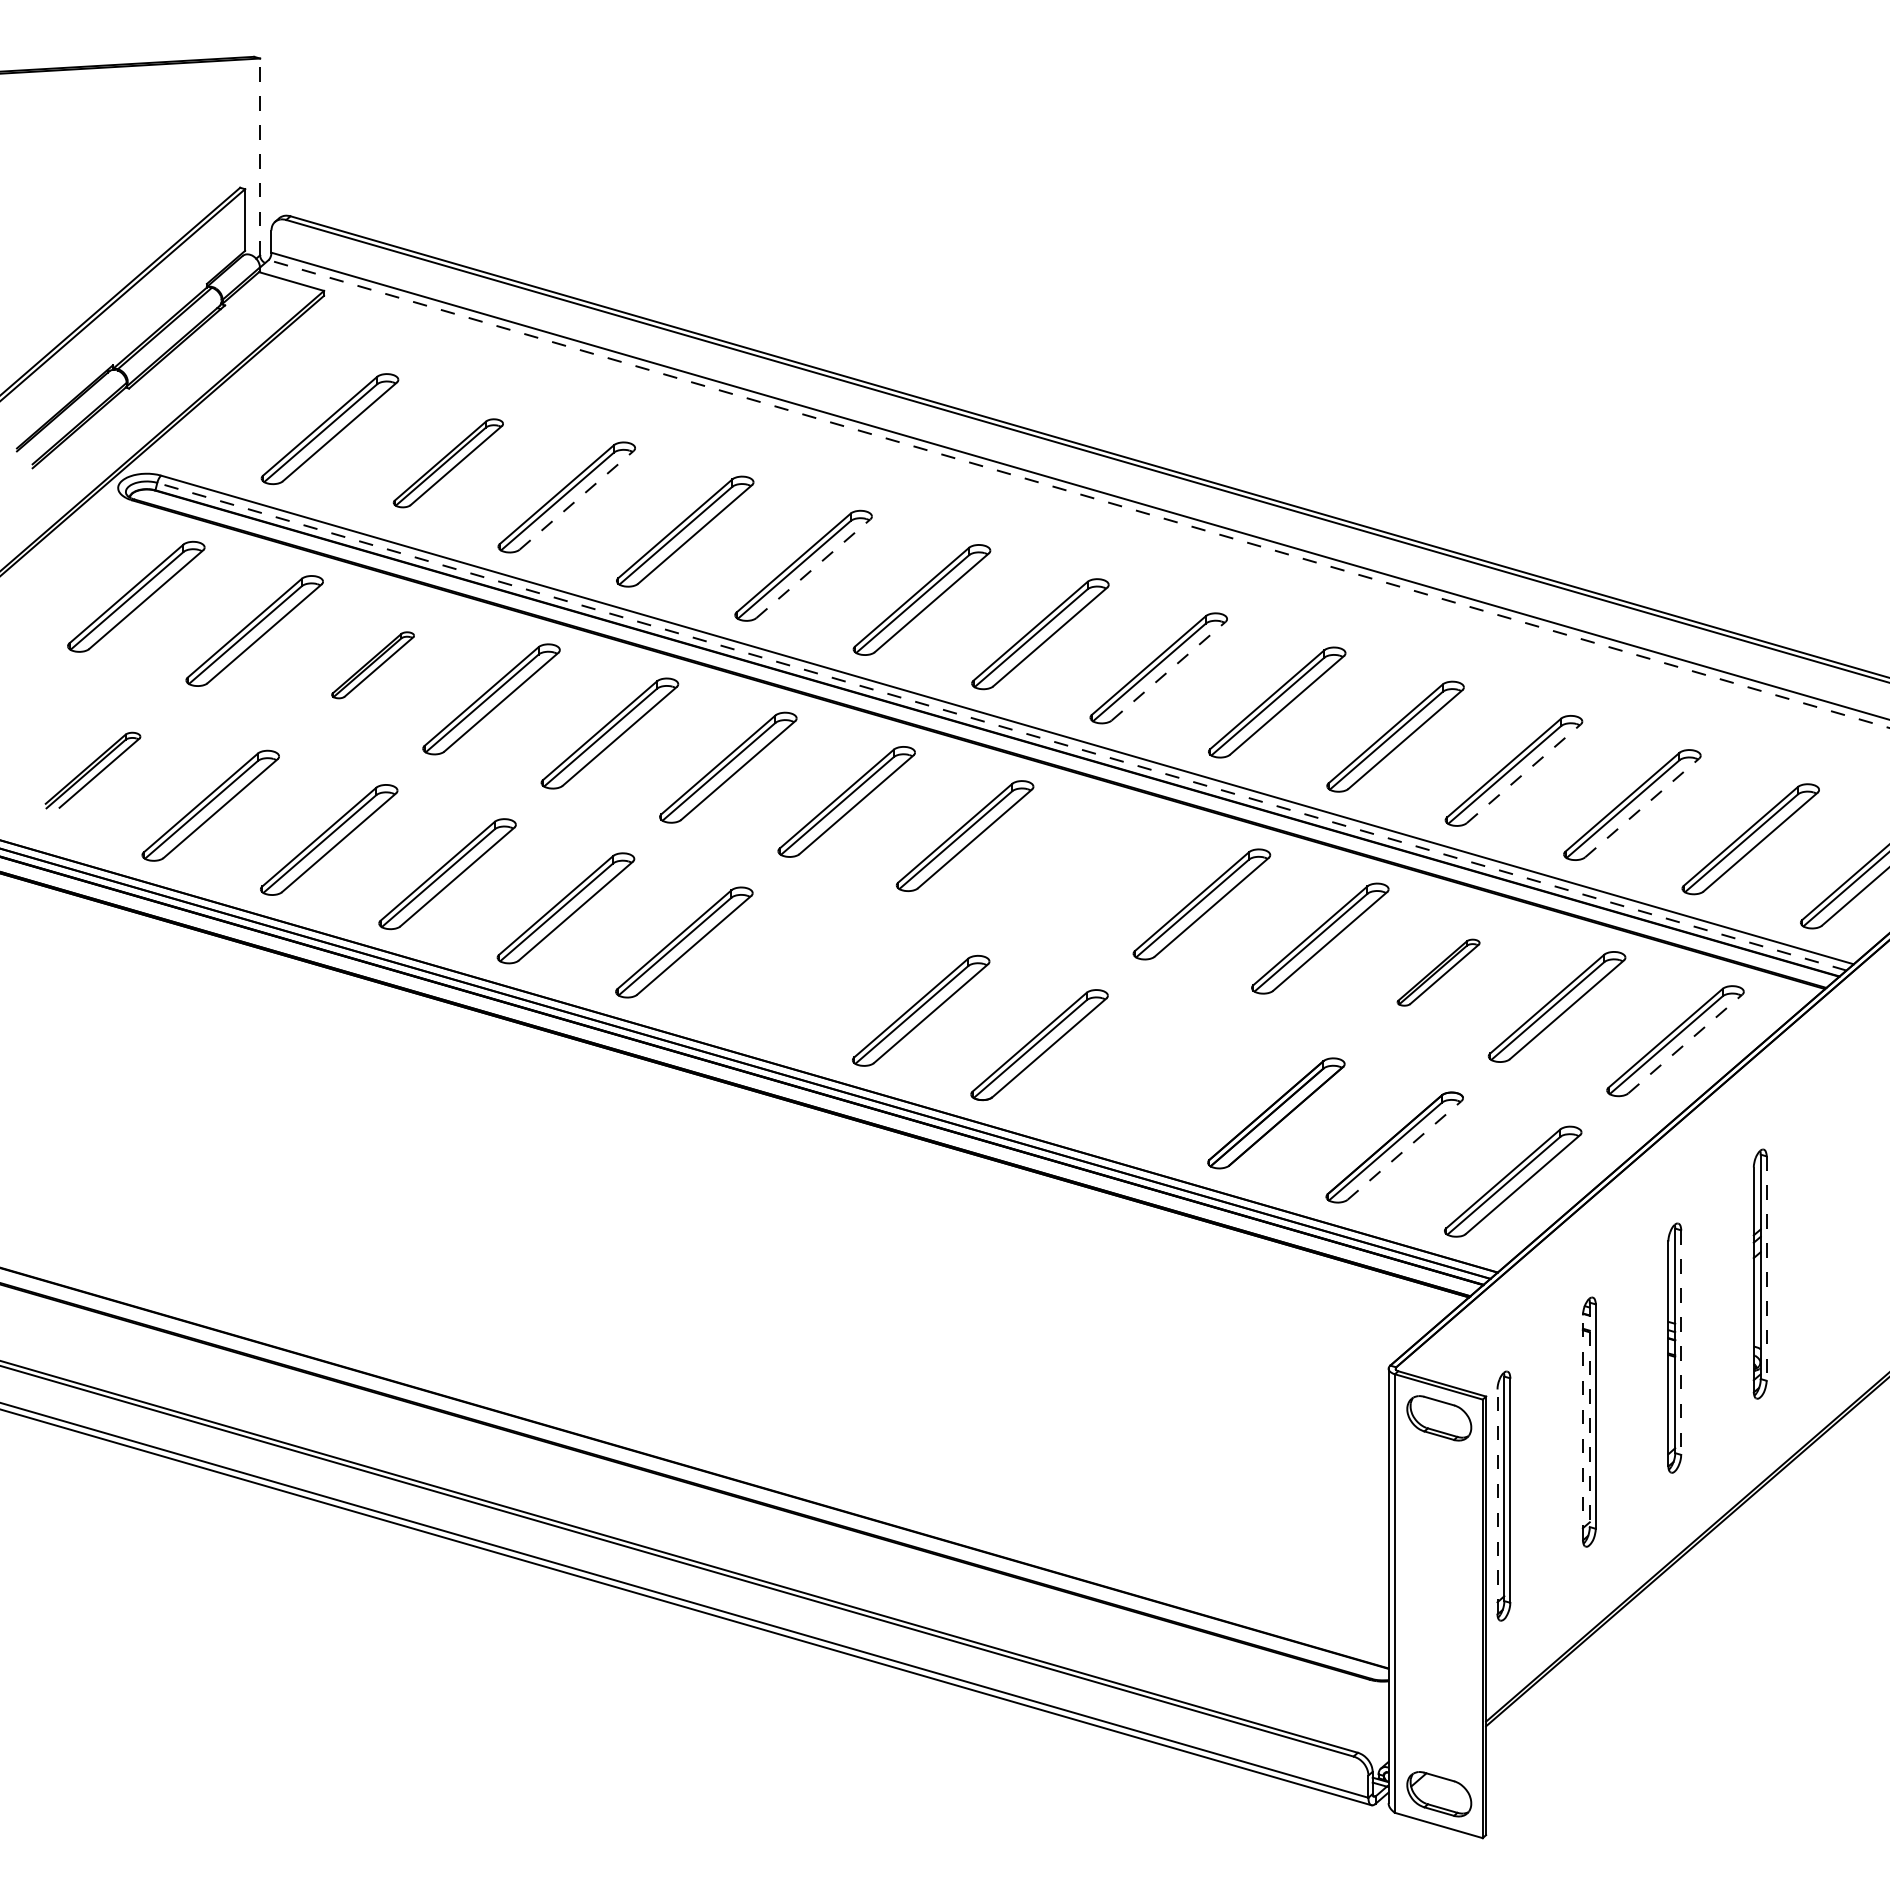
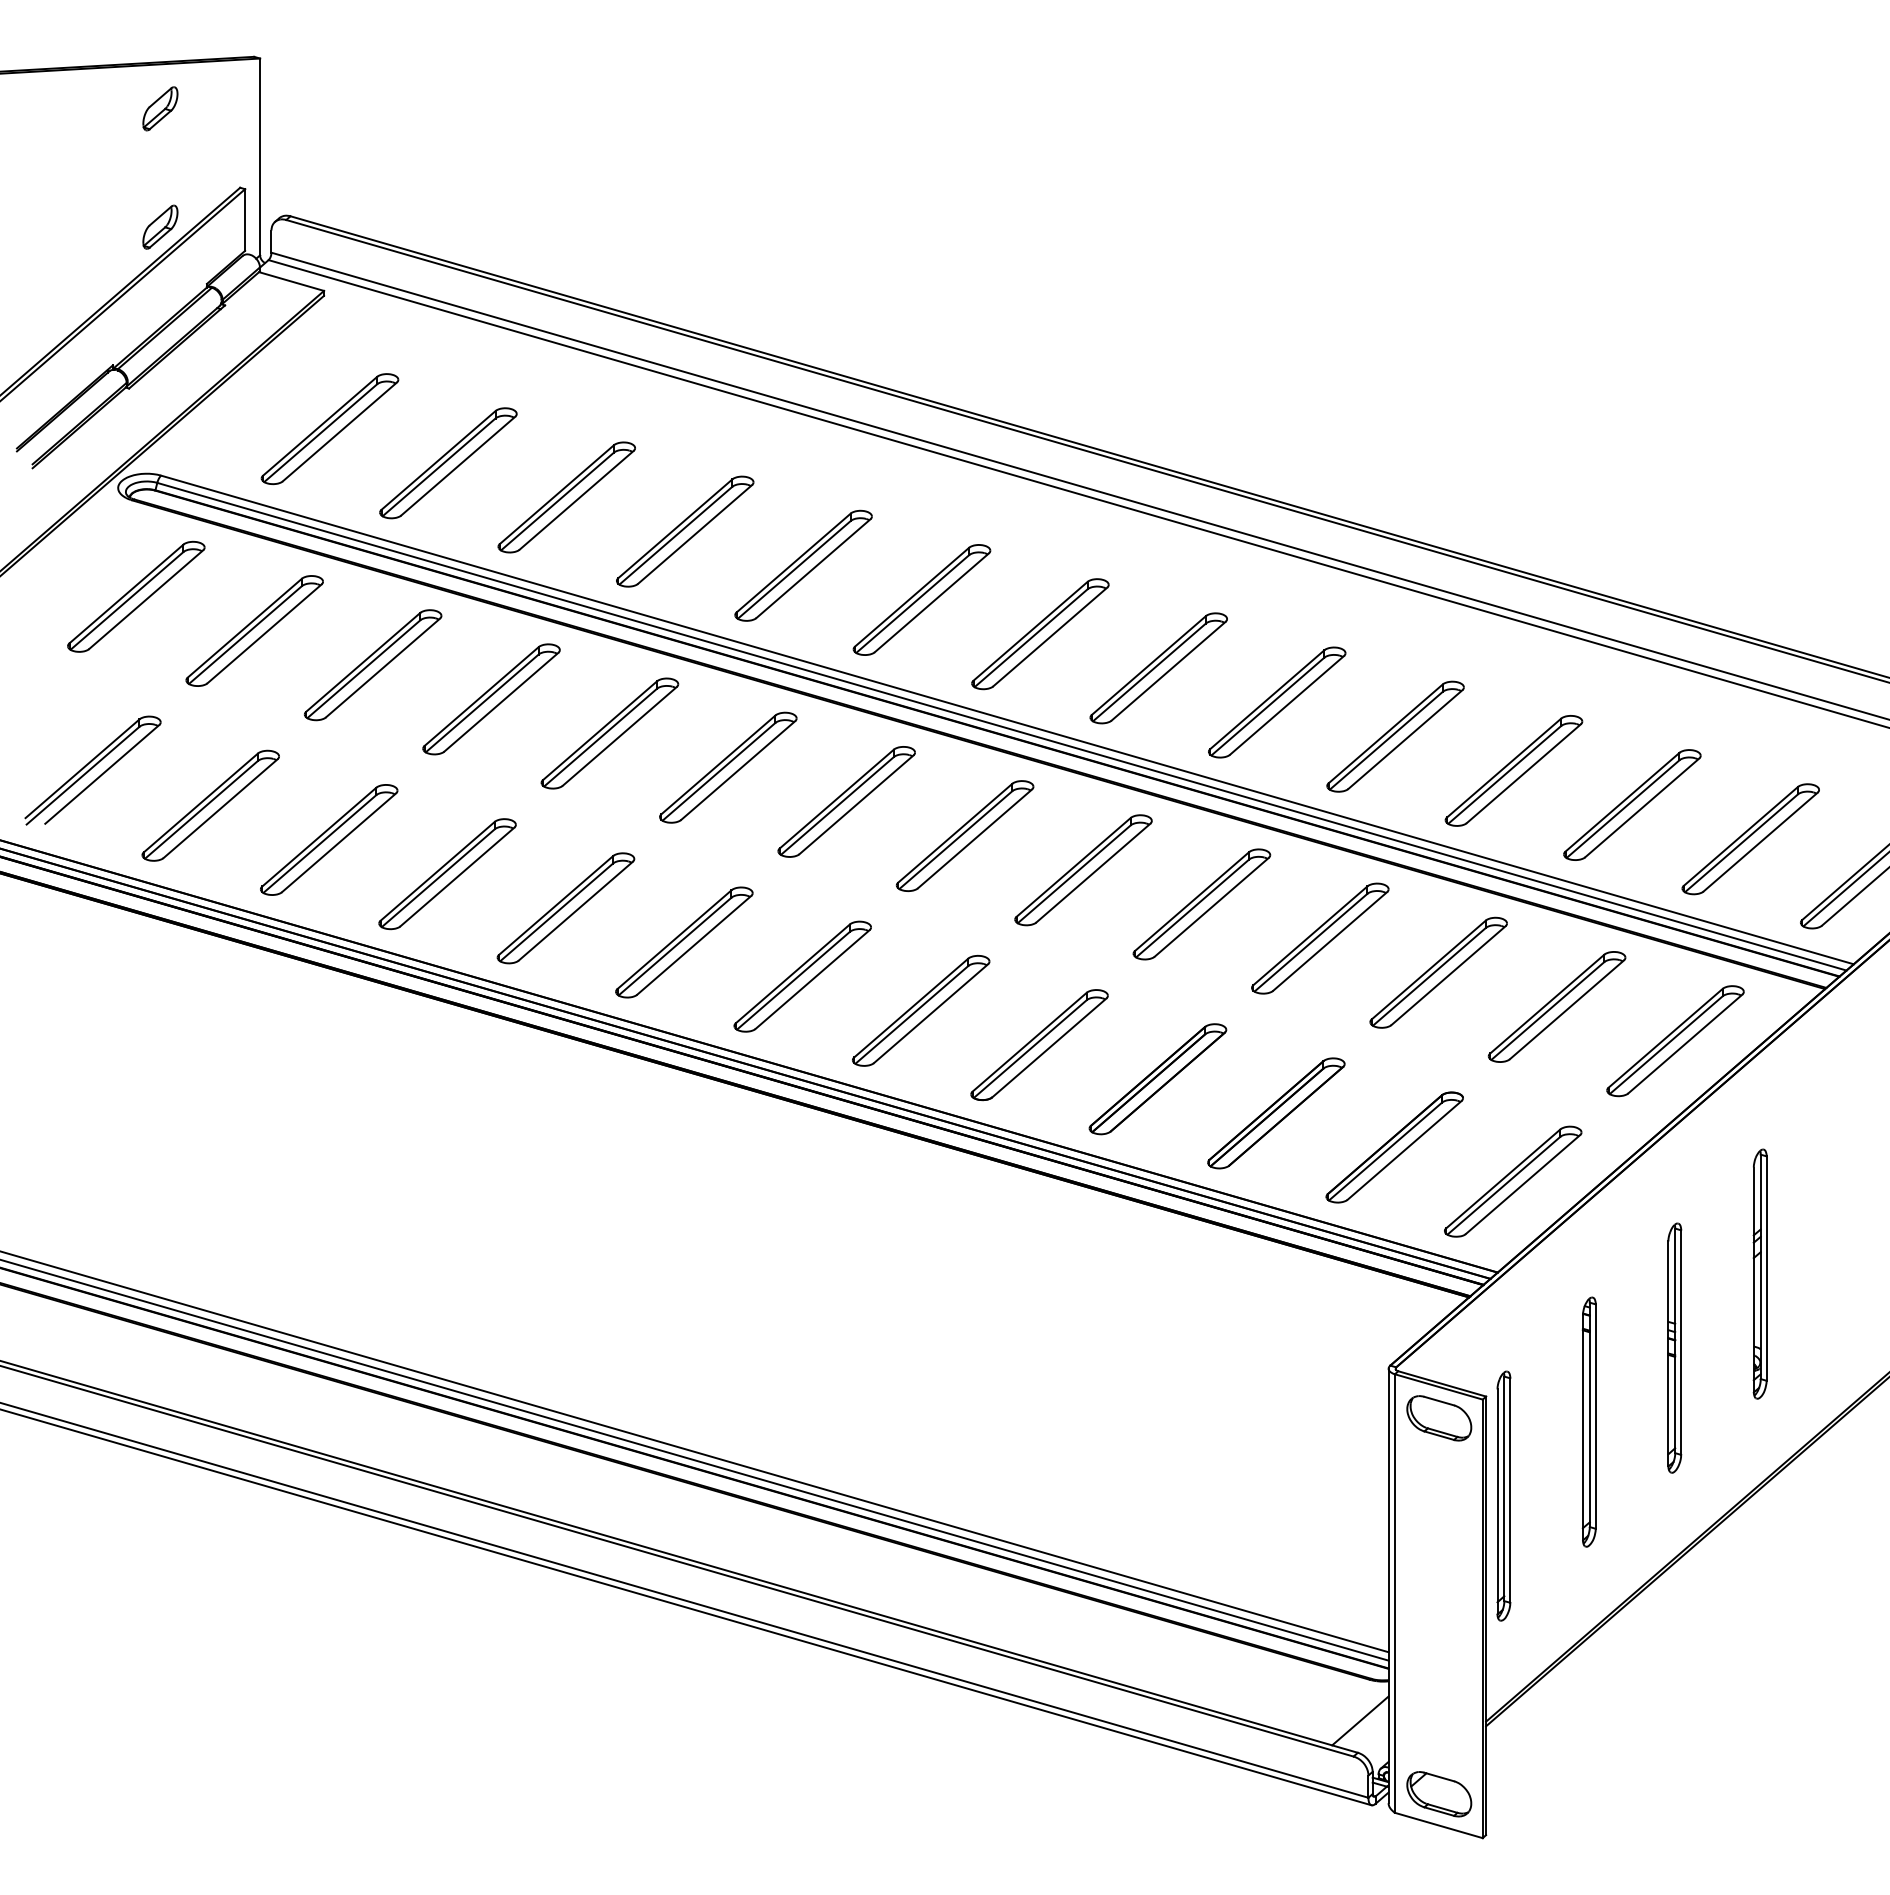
part at (160, 108): none -> present
line at (260, 156): dashed -> solid
part at (160, 226): none -> present
part at (447, 463) size: 112x91 px -> 139x113 px
line at (1079, 494): dashed -> solid
line at (577, 500): dashed -> solid
line at (813, 568): dashed -> solid
part at (372, 665) size: 84x69 px -> 140x113 px
line at (1169, 670): dashed -> solid
line at (1001, 726): dashed -> solid
part at (92, 770) size: 98x79 px -> 138x111 px
line at (1524, 773): dashed -> solid
line at (1642, 807): dashed -> solid
part at (1083, 870): none -> present
part at (1438, 972) size: 85x69 px -> 139x113 px
part at (802, 976): none -> present
line at (1685, 1043): dashed -> solid
part at (1157, 1079): none -> present
line at (1404, 1150): dashed -> solid
line at (1766, 1269): dashed -> solid
line at (1681, 1343): dashed -> solid
line at (1589, 1415): dashed -> solid
line at (1582, 1427): dashed -> solid
line at (695, 1452): none -> present
line at (695, 1460): none -> present
line at (1497, 1501): dashed -> solid
line at (1360, 1720): none -> present
